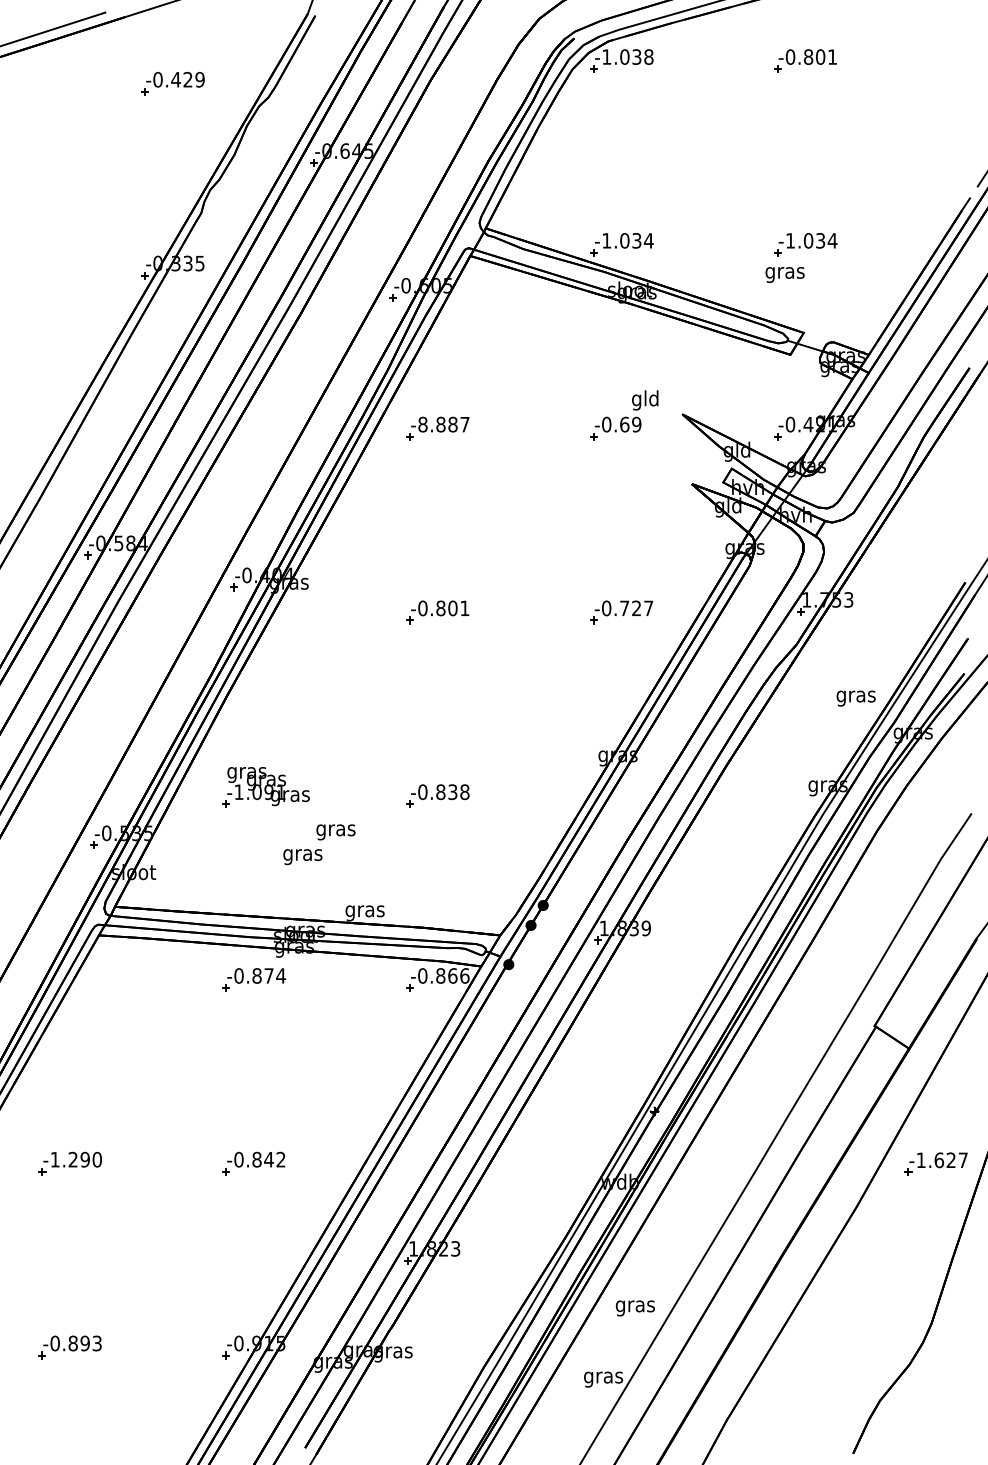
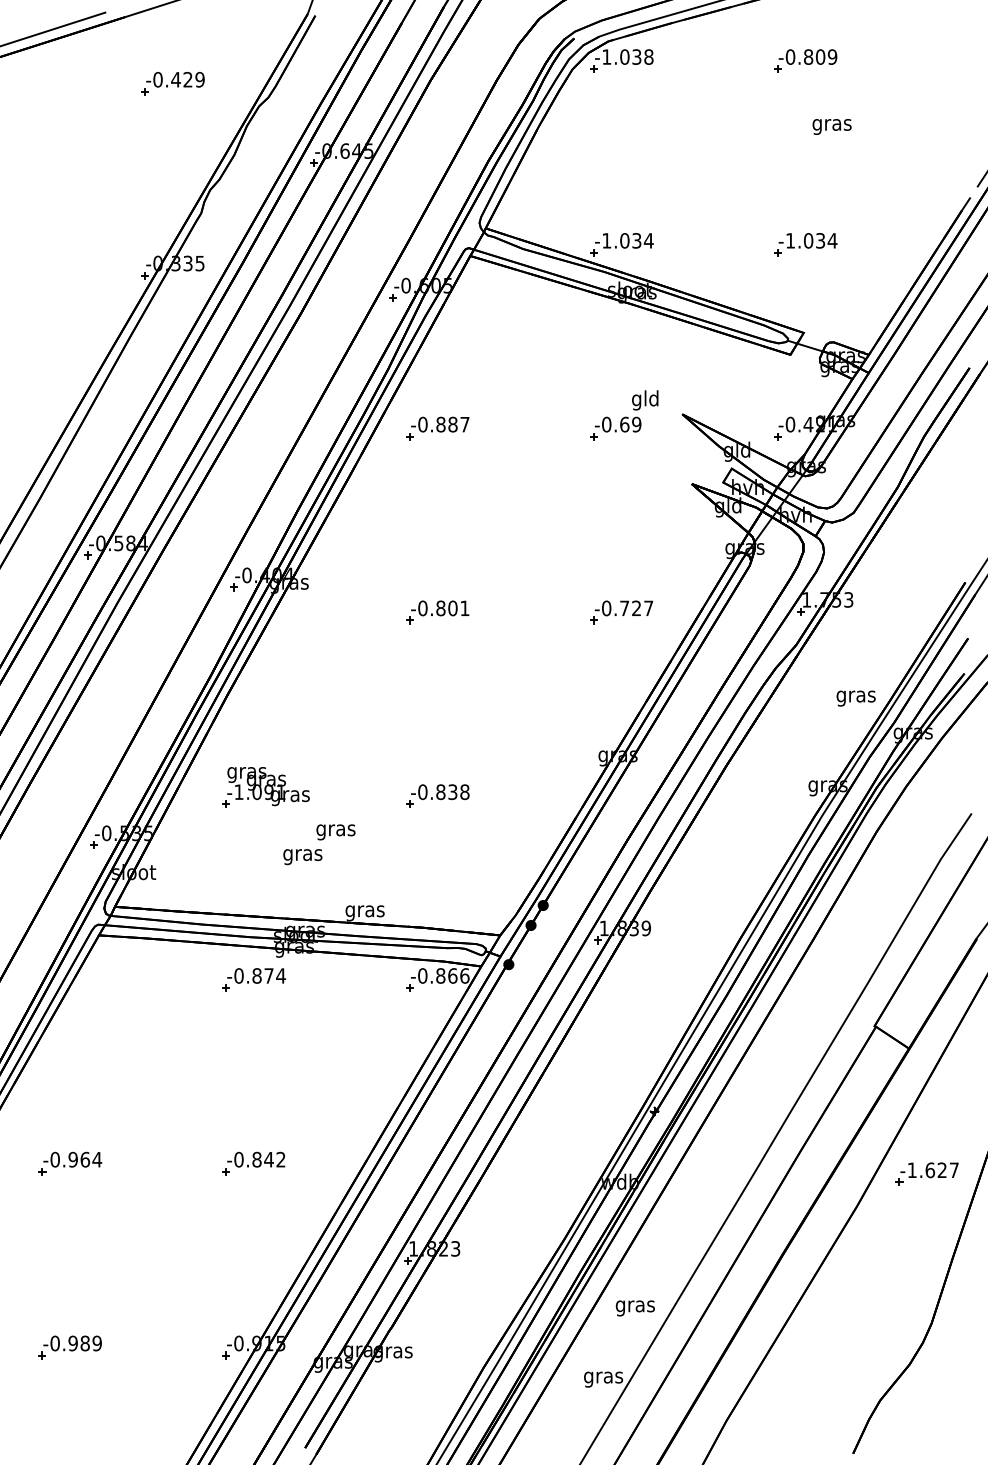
text at (832, 56): -0.801 -> -0.809
text at (784, 274) position: (784, 274) -> (831, 126)
text at (422, 424): -8.887 -> -0.887
text at (76, 1159): -1.290 -> -0.964
part at (935, 1163) position: (935, 1163) -> (926, 1173)
text at (84, 1343): -0.893 -> -0.989
